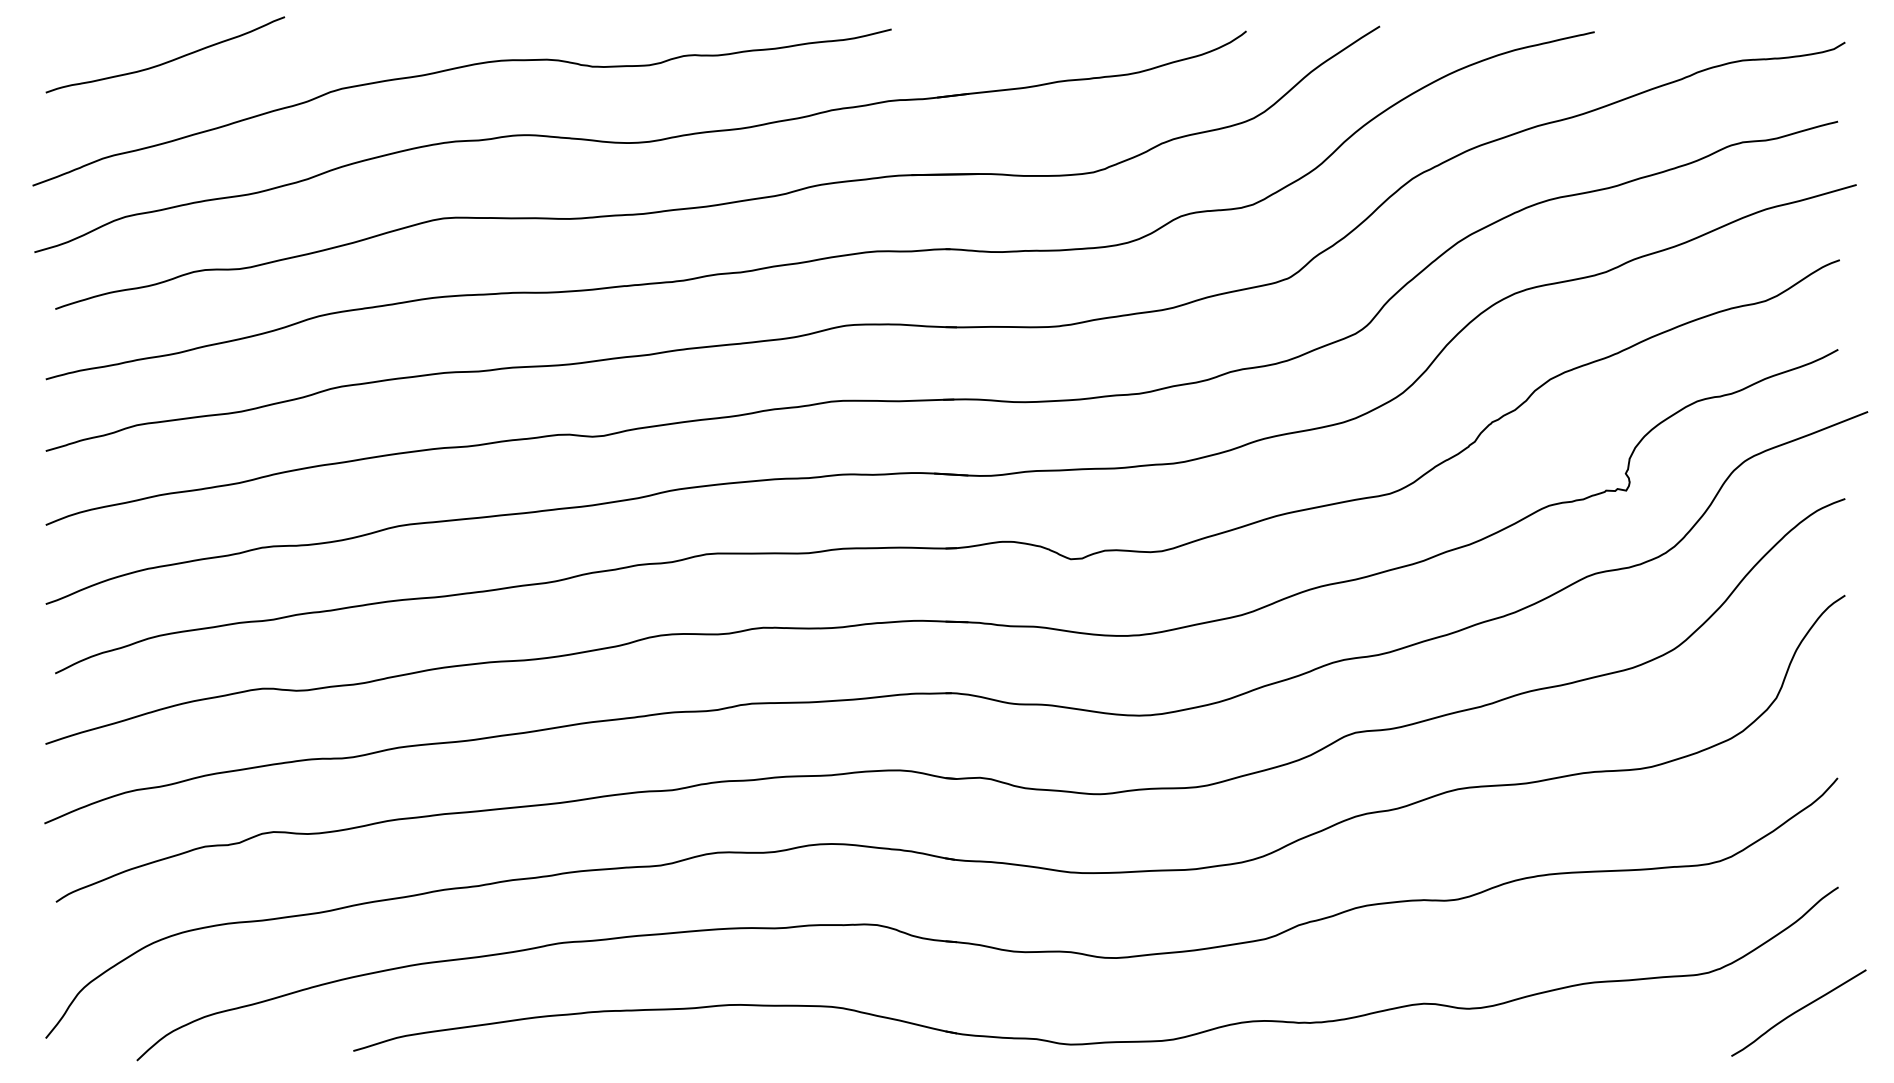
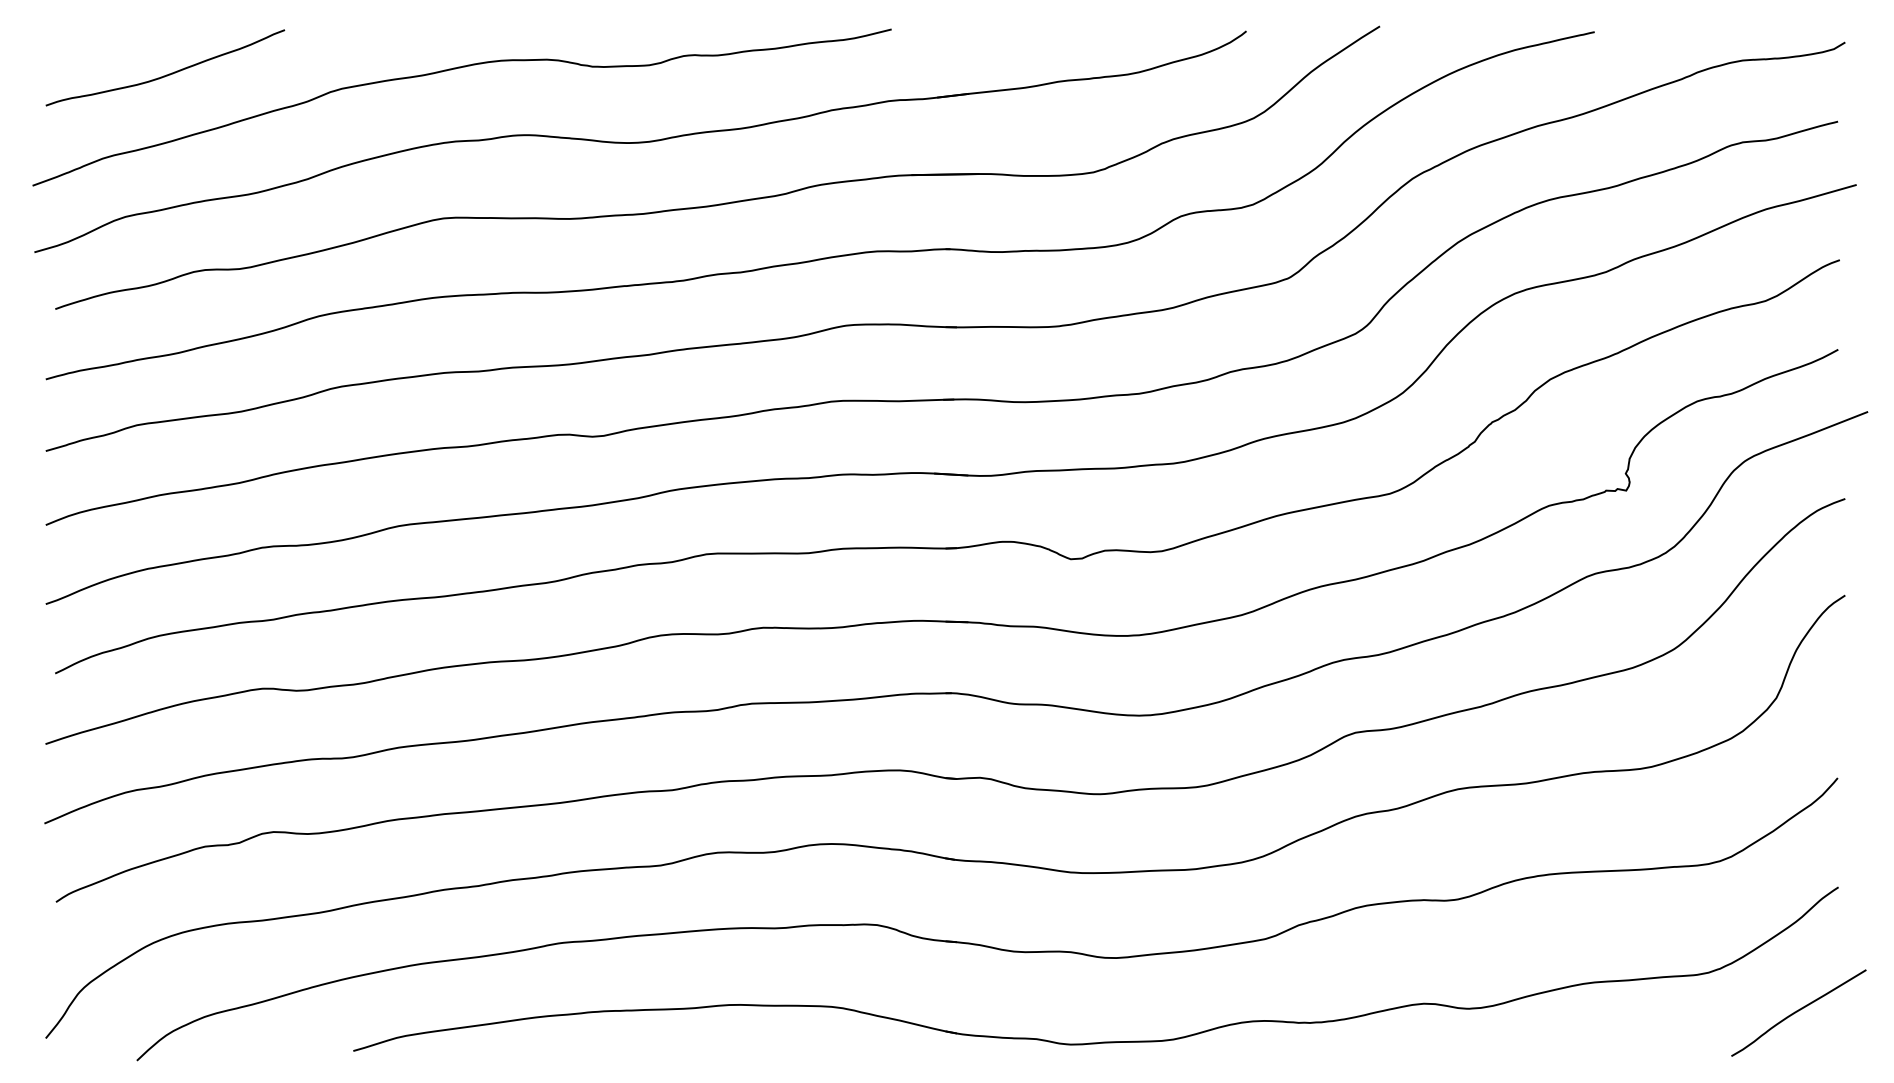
curve at (166, 61) position: (166, 61) -> (166, 74)
